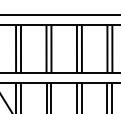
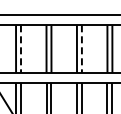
line at (20, 49): solid -> dashed
line at (81, 49): solid -> dashed
